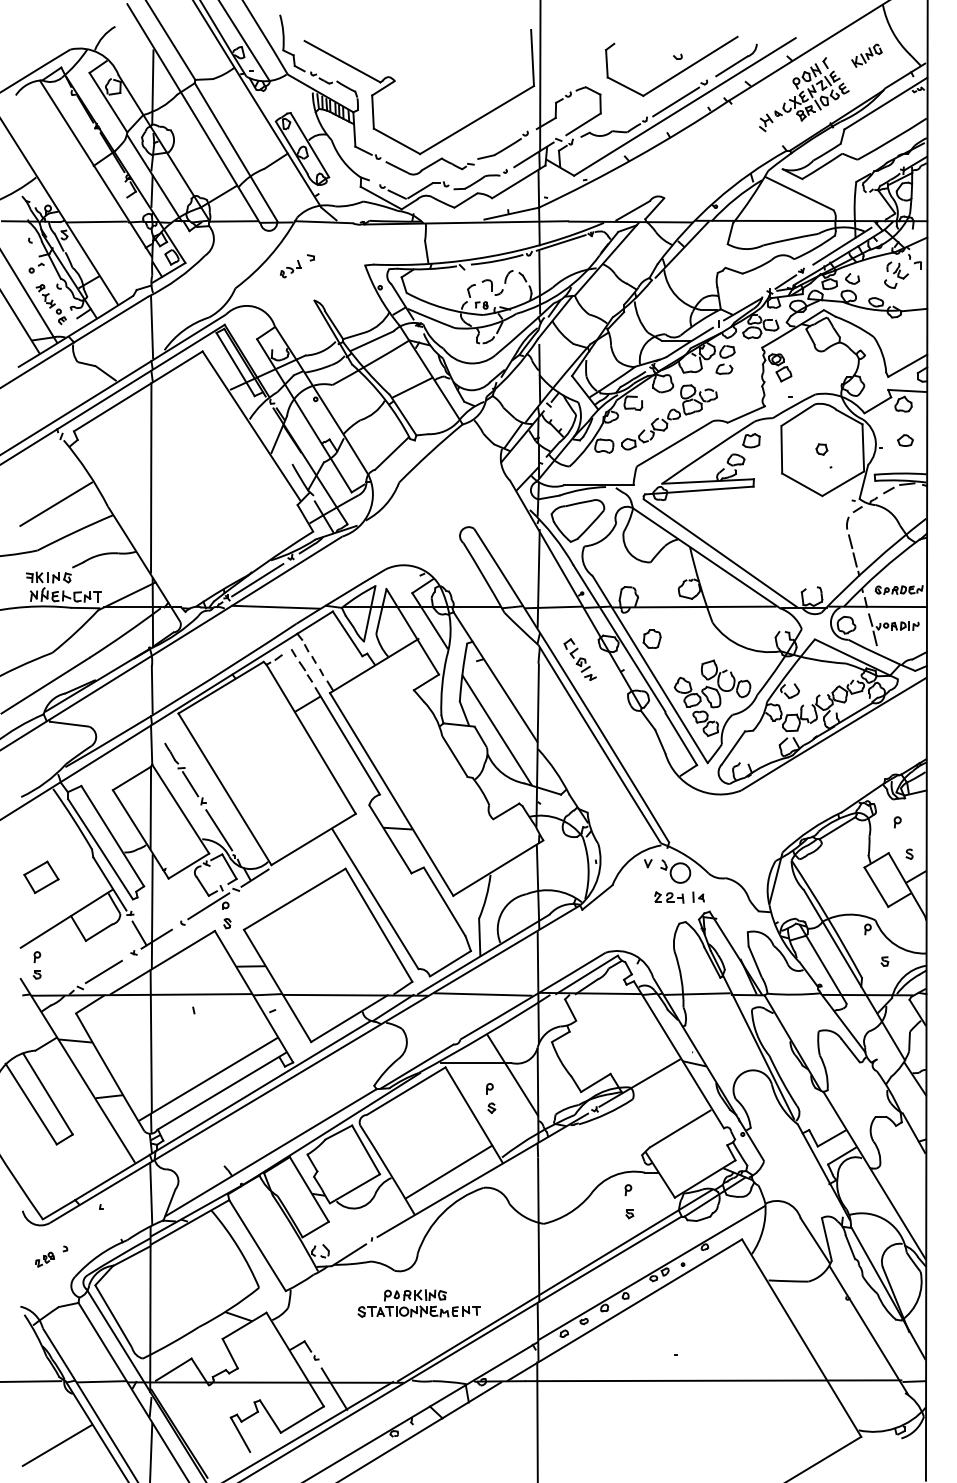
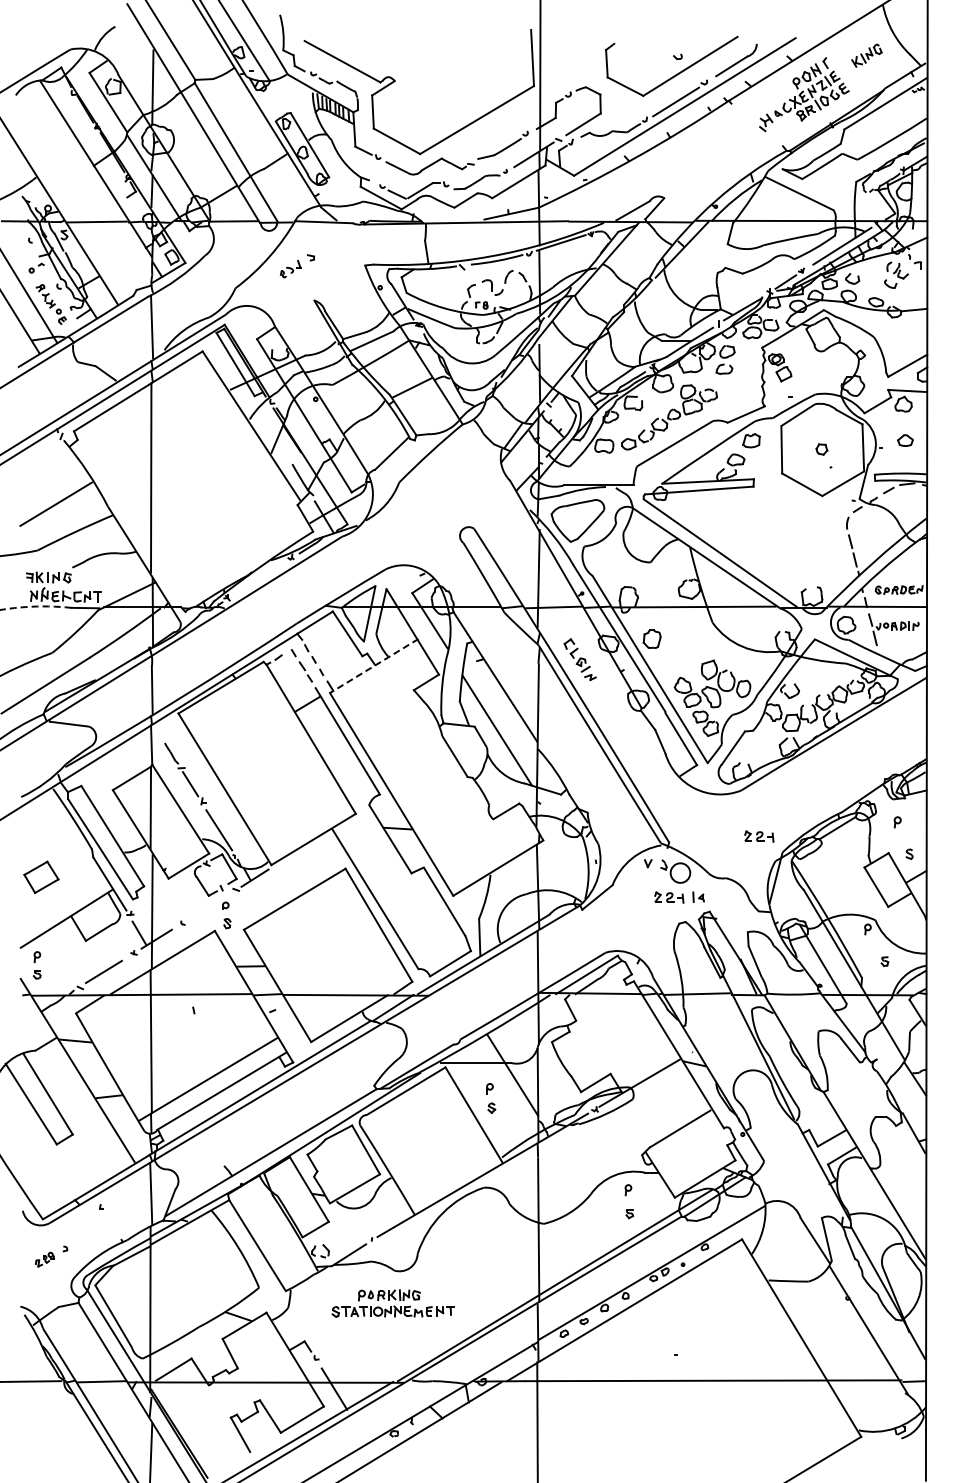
line at (257, 580): present -> none
arc at (35, 606): solid -> dashed
line at (275, 606): present -> none
line at (374, 666): solid -> dashed
part at (759, 836): none -> present
line at (208, 906): present -> none
line at (482, 994): present -> none
line at (448, 1171): present -> none
part at (418, 1303) position: (418, 1303) -> (392, 1303)
line at (57, 1444): present -> none
